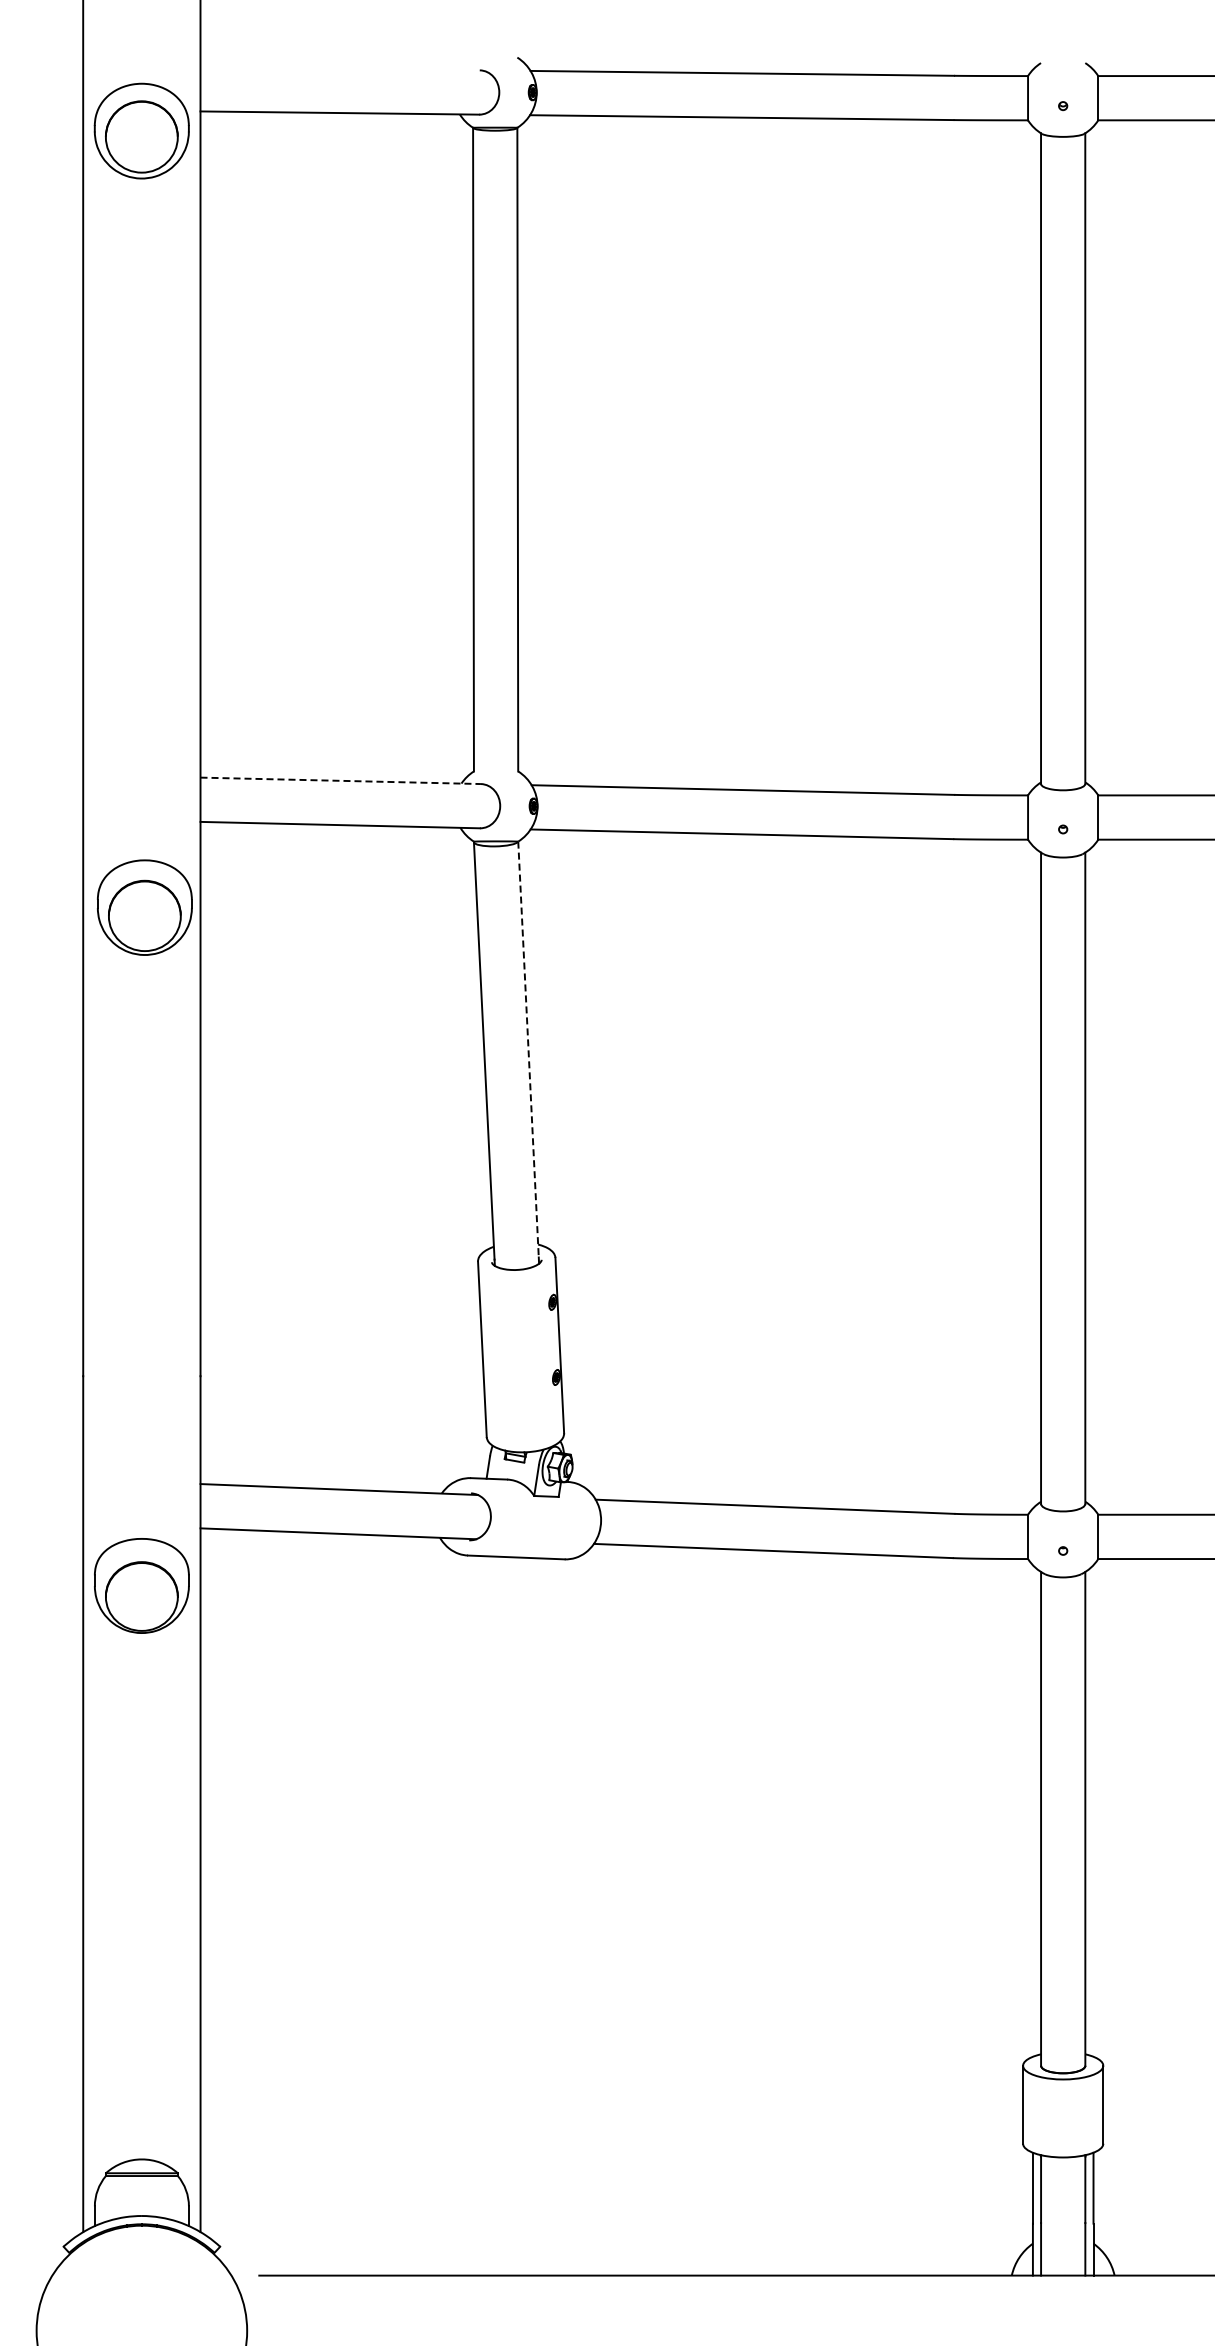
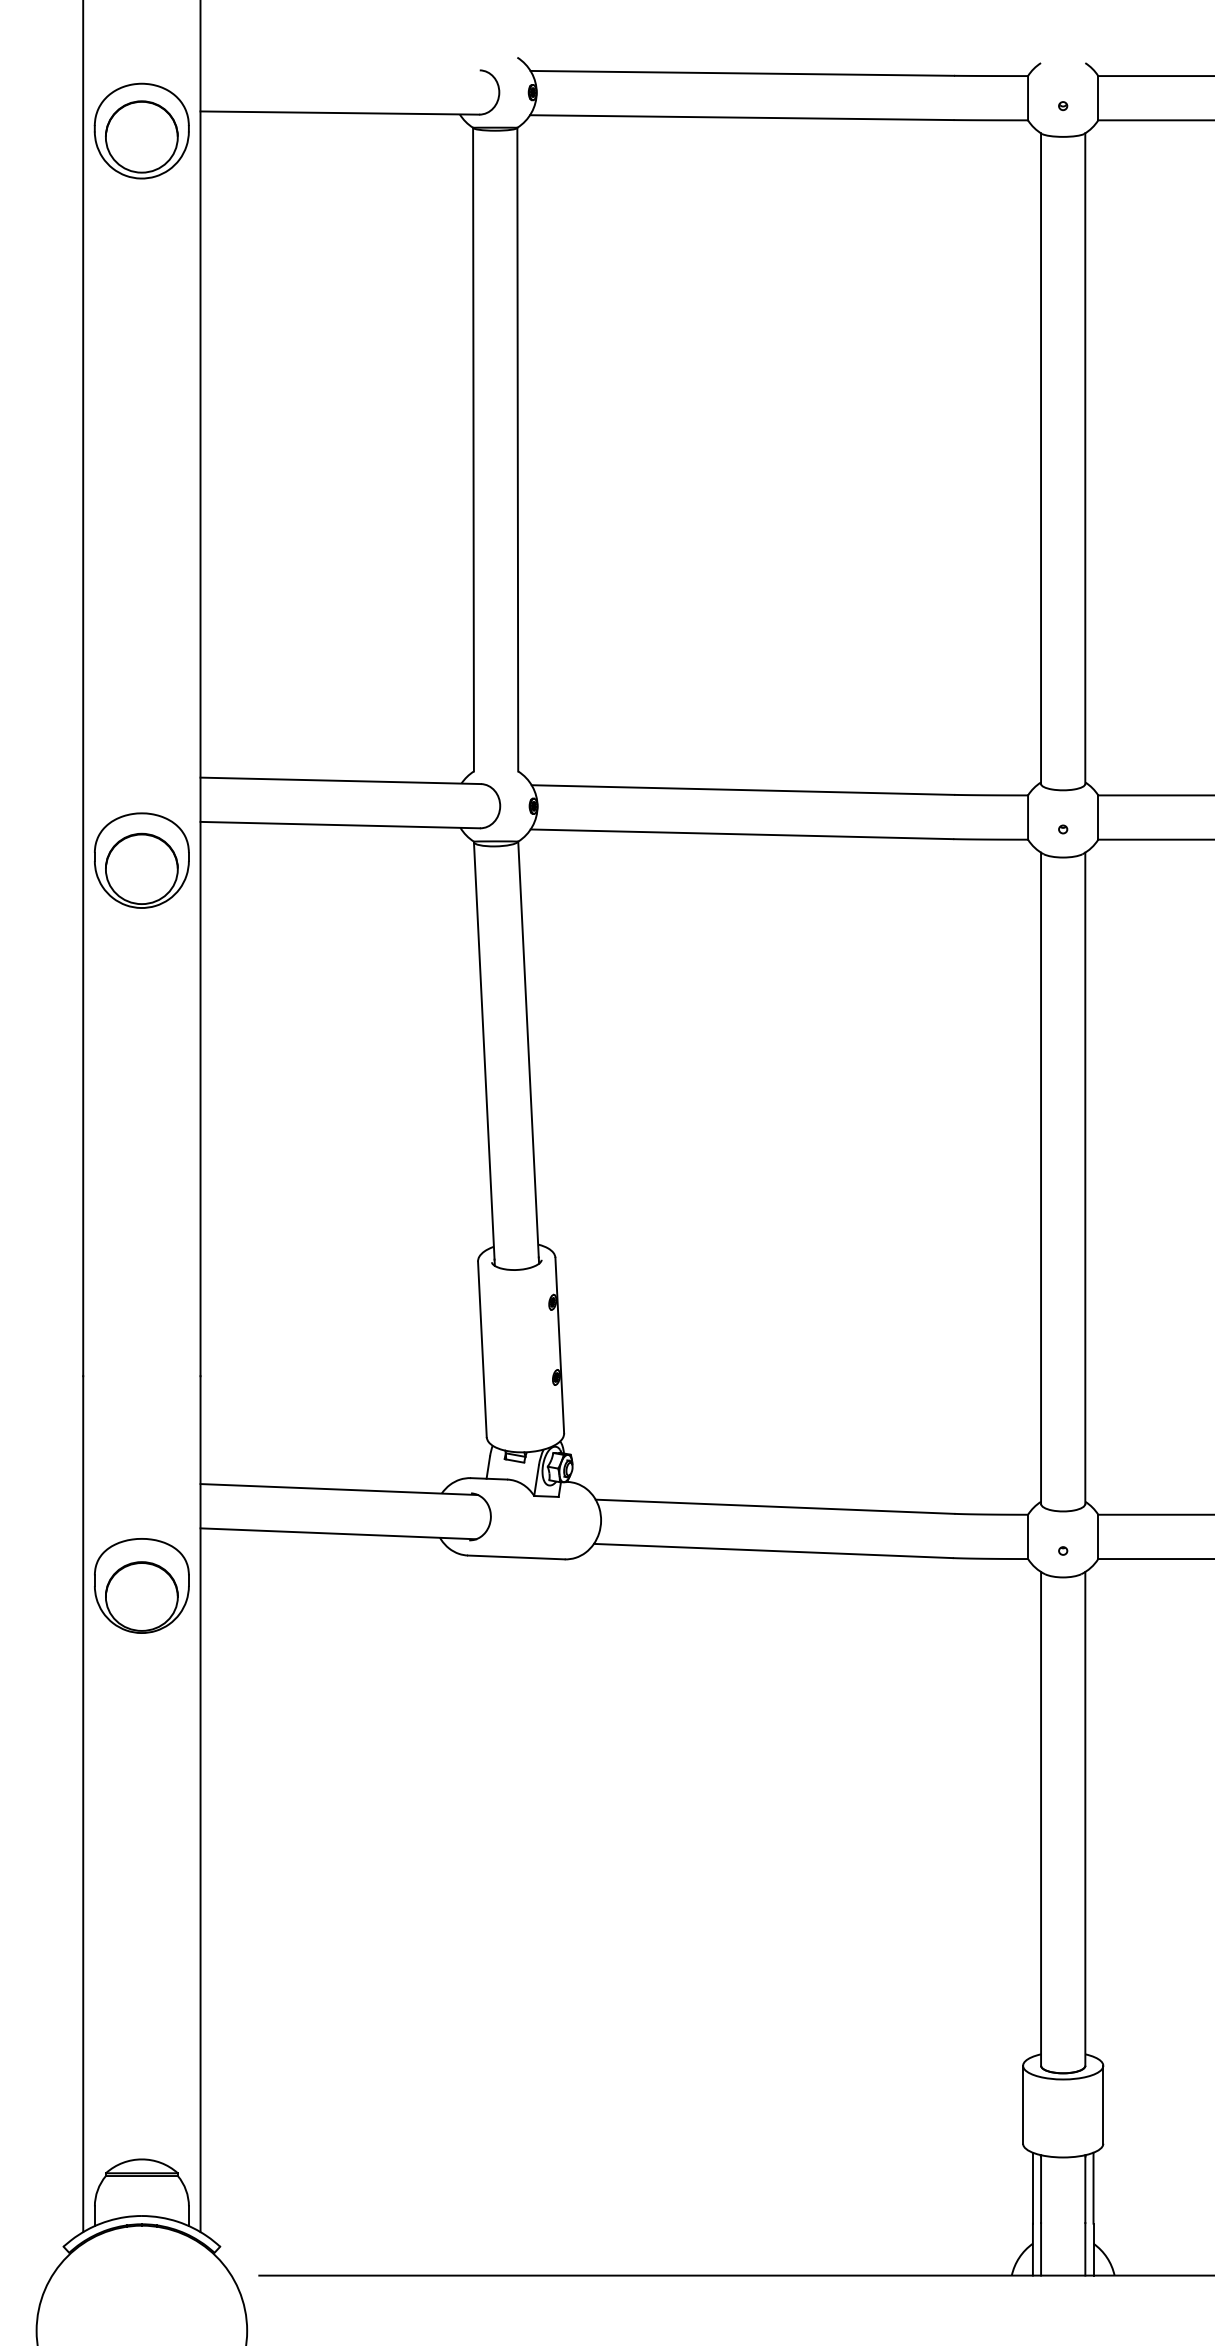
line at (341, 780): dashed -> solid
part at (144, 907) position: (144, 907) -> (141, 860)
line at (528, 1050): dashed -> solid
